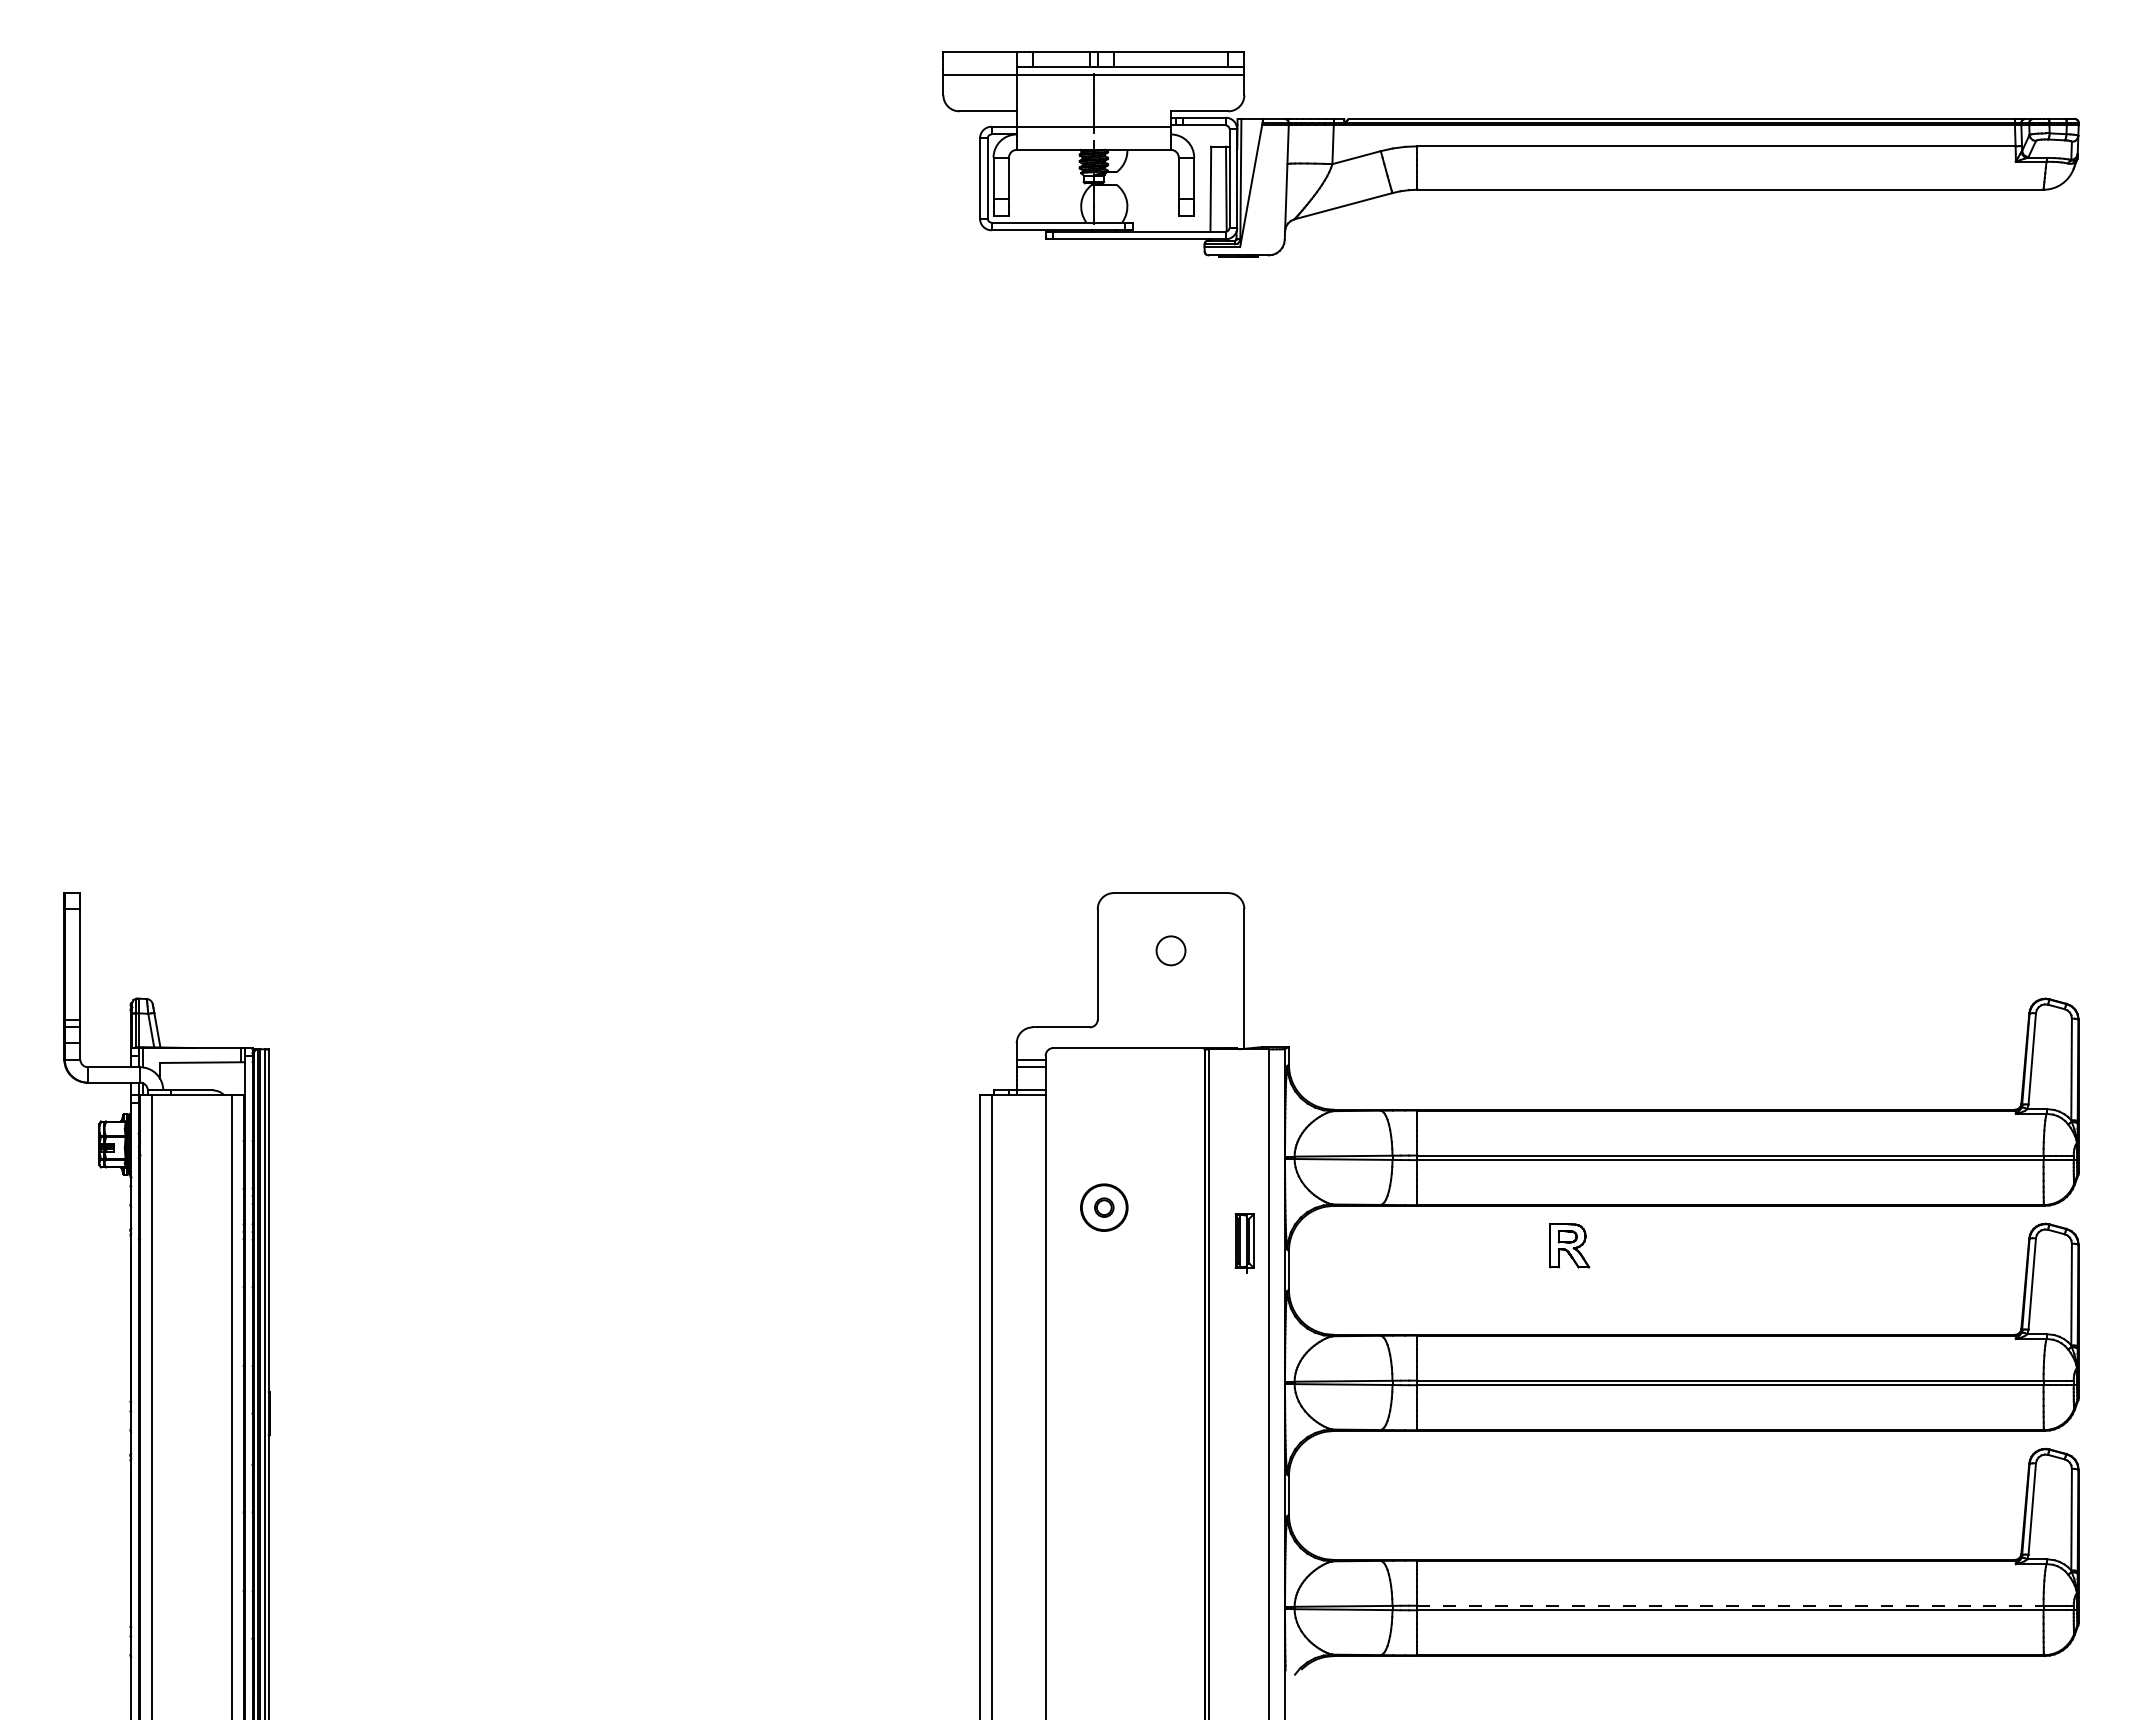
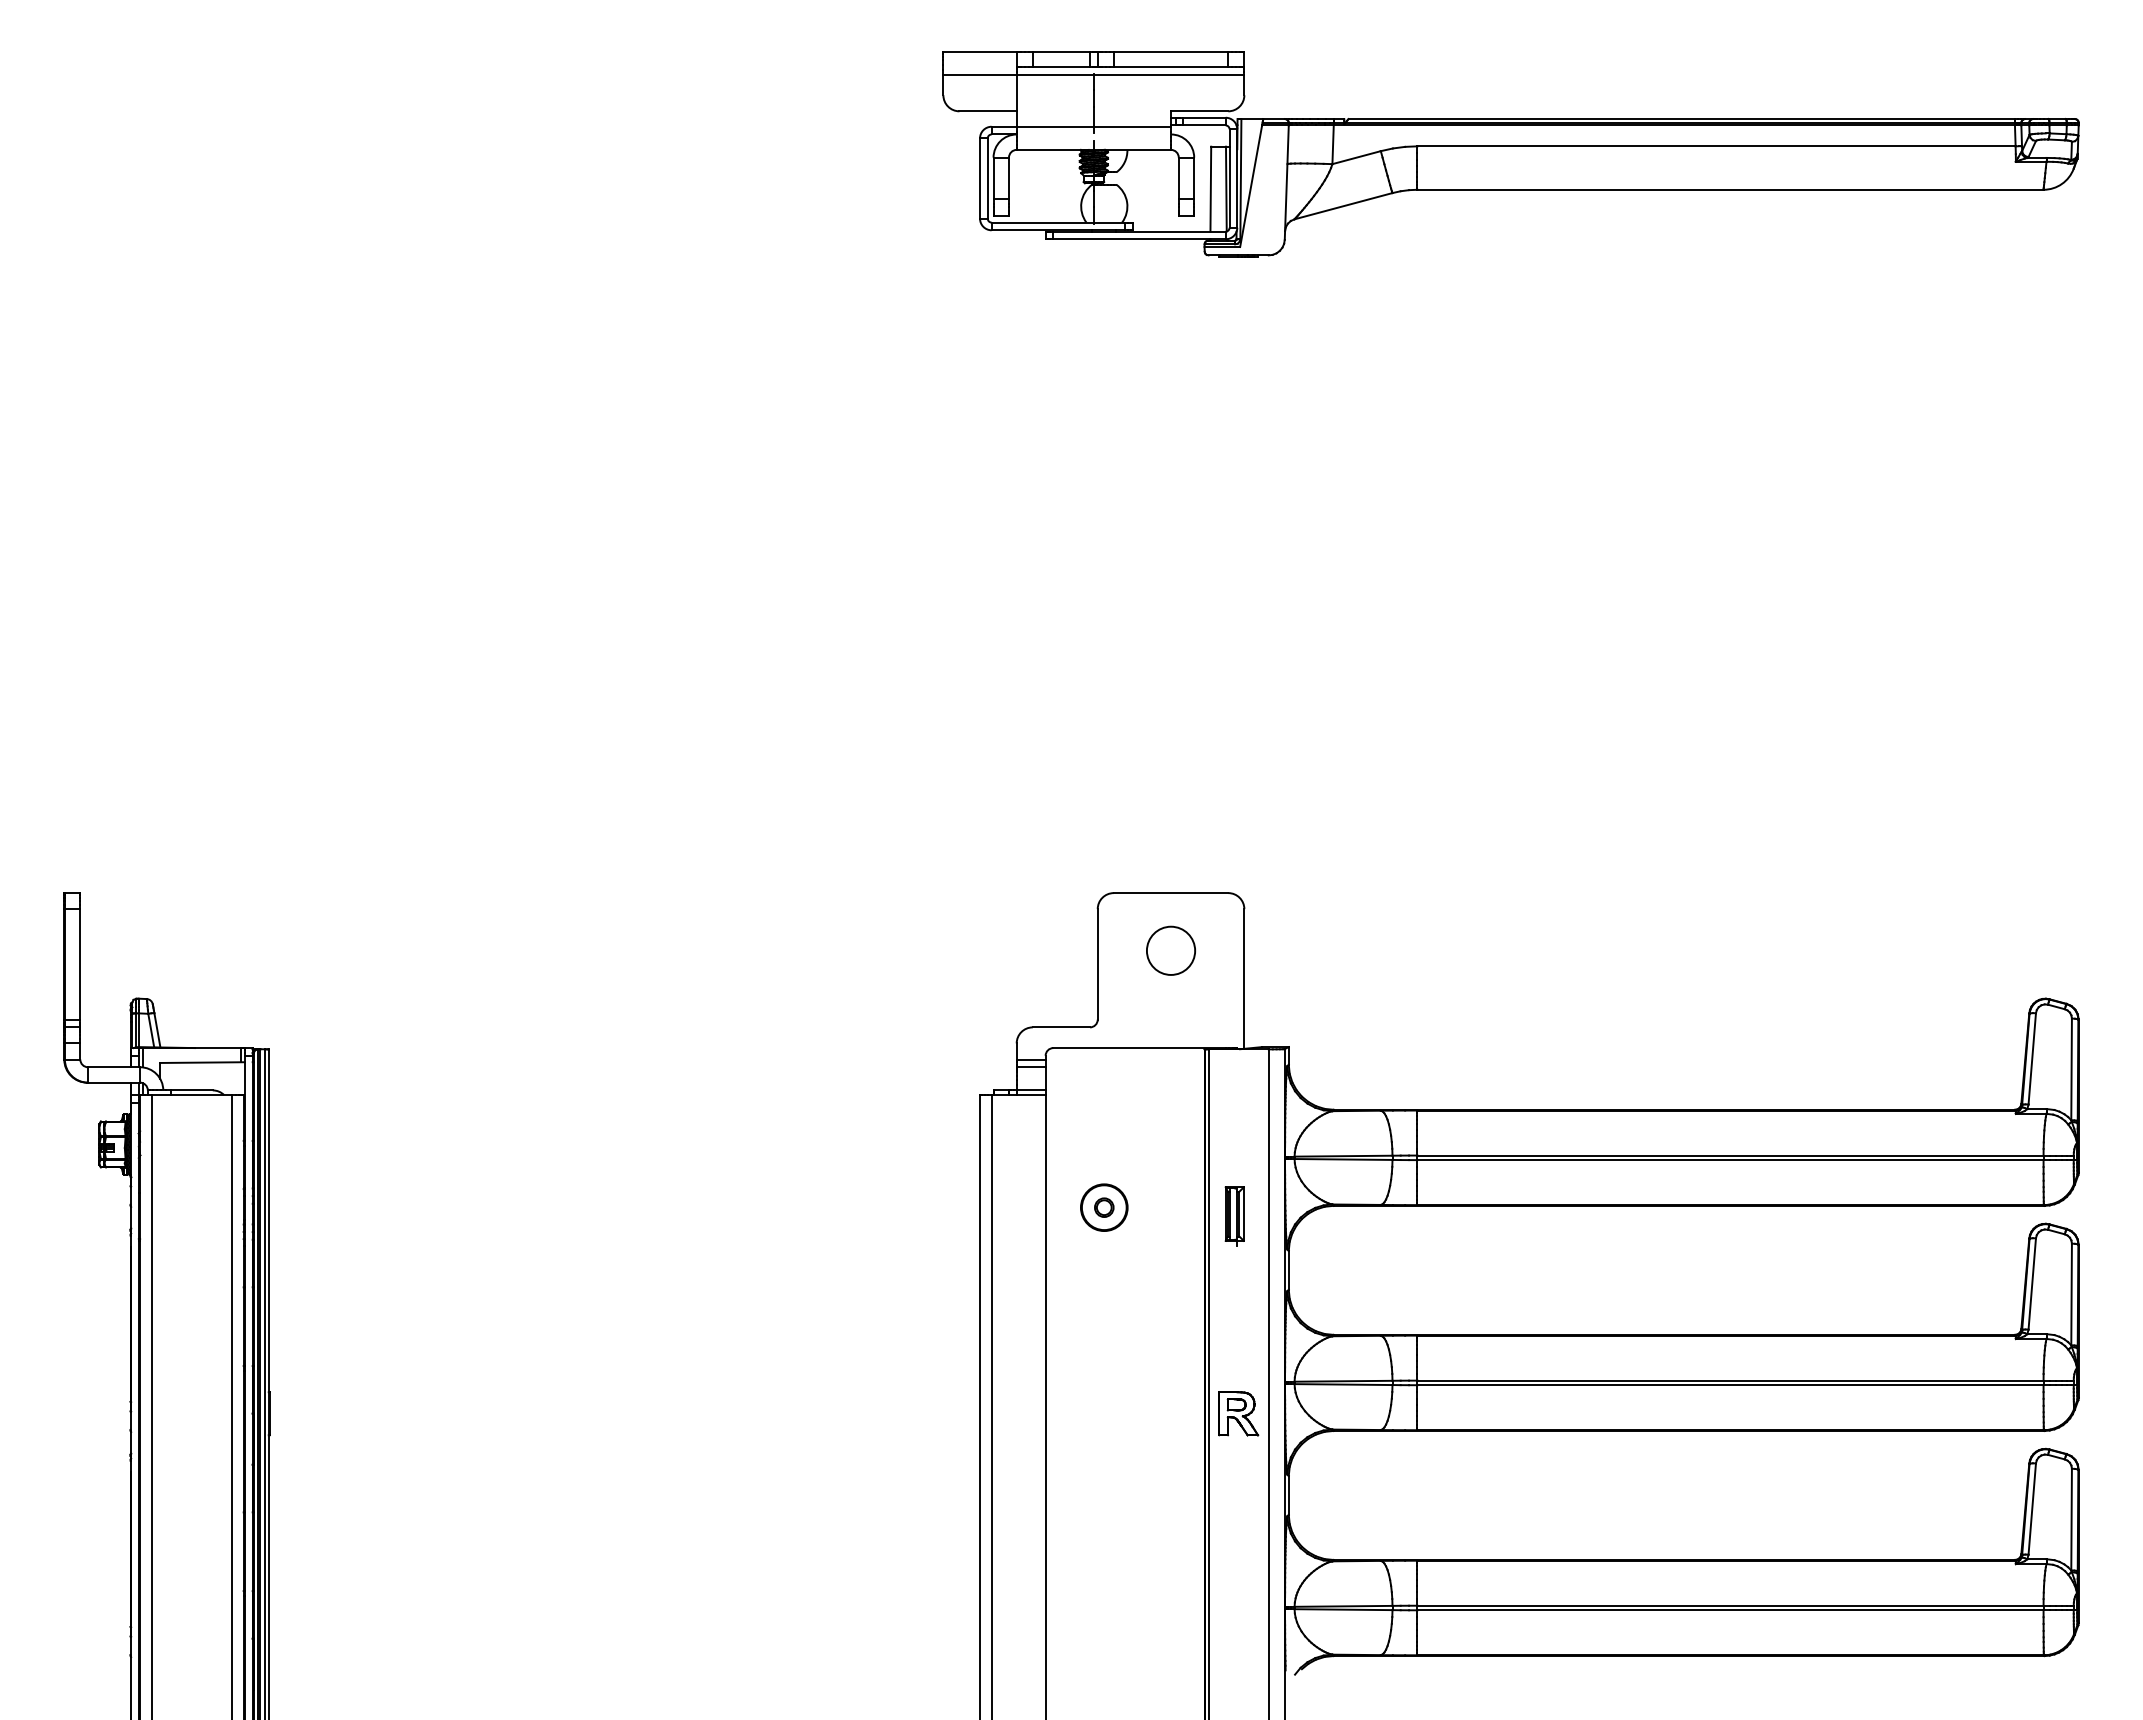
circle at (1170, 950) diameter: 29 px -> 48 px
part at (1244, 1243) position: (1244, 1243) -> (1234, 1216)
part at (1569, 1245) position: (1569, 1245) -> (1238, 1413)
line at (1731, 1605): dashed -> solid
